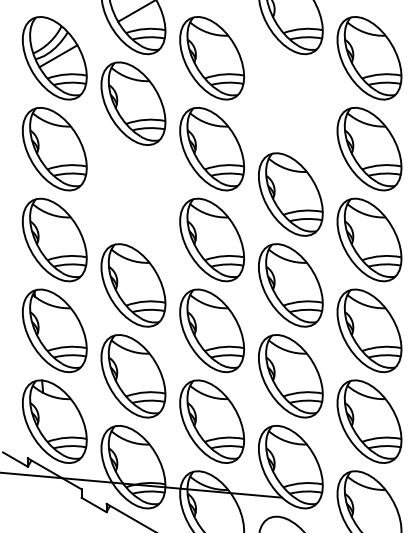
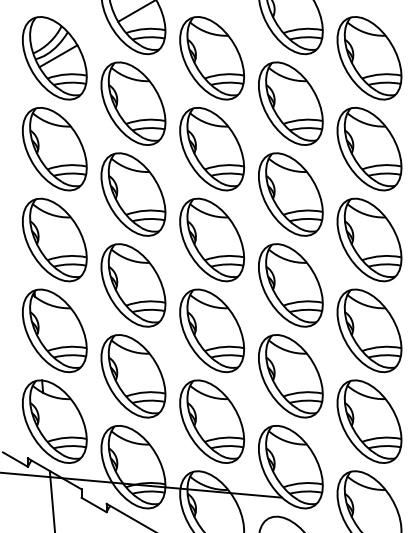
part at (290, 103): none -> present
part at (133, 194): none -> present
line at (51, 500): none -> present
